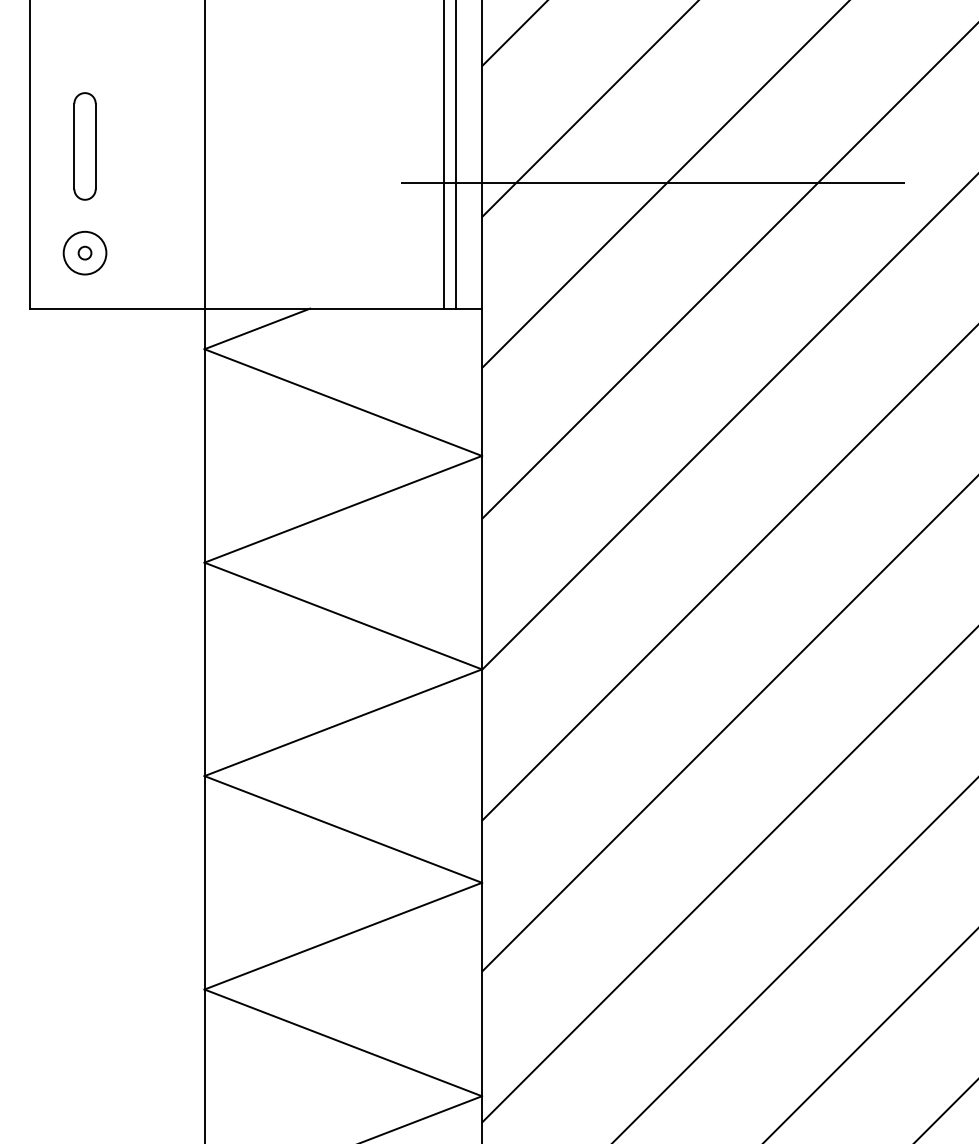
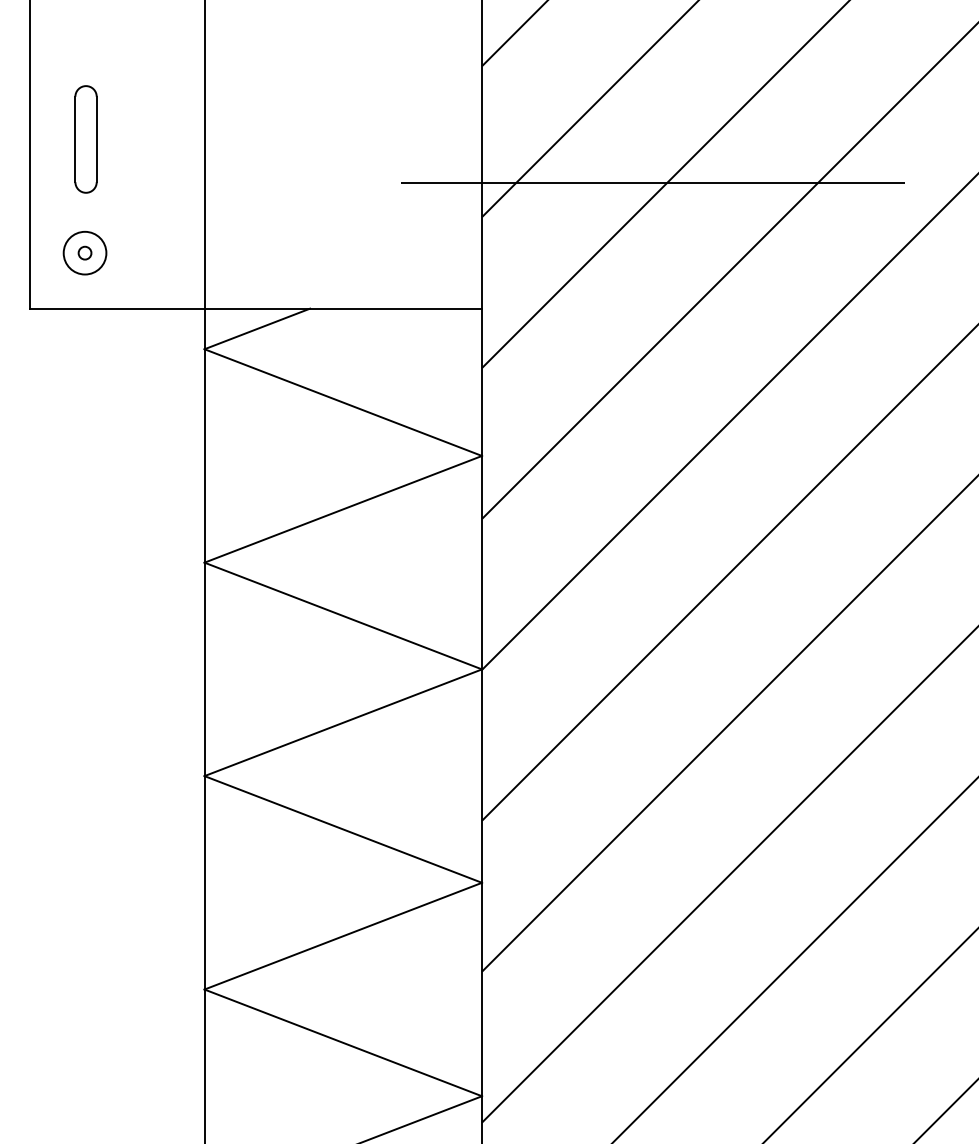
part at (84, 146) position: (84, 146) -> (85, 139)
line at (443, 155): present -> none
line at (456, 155): present -> none
